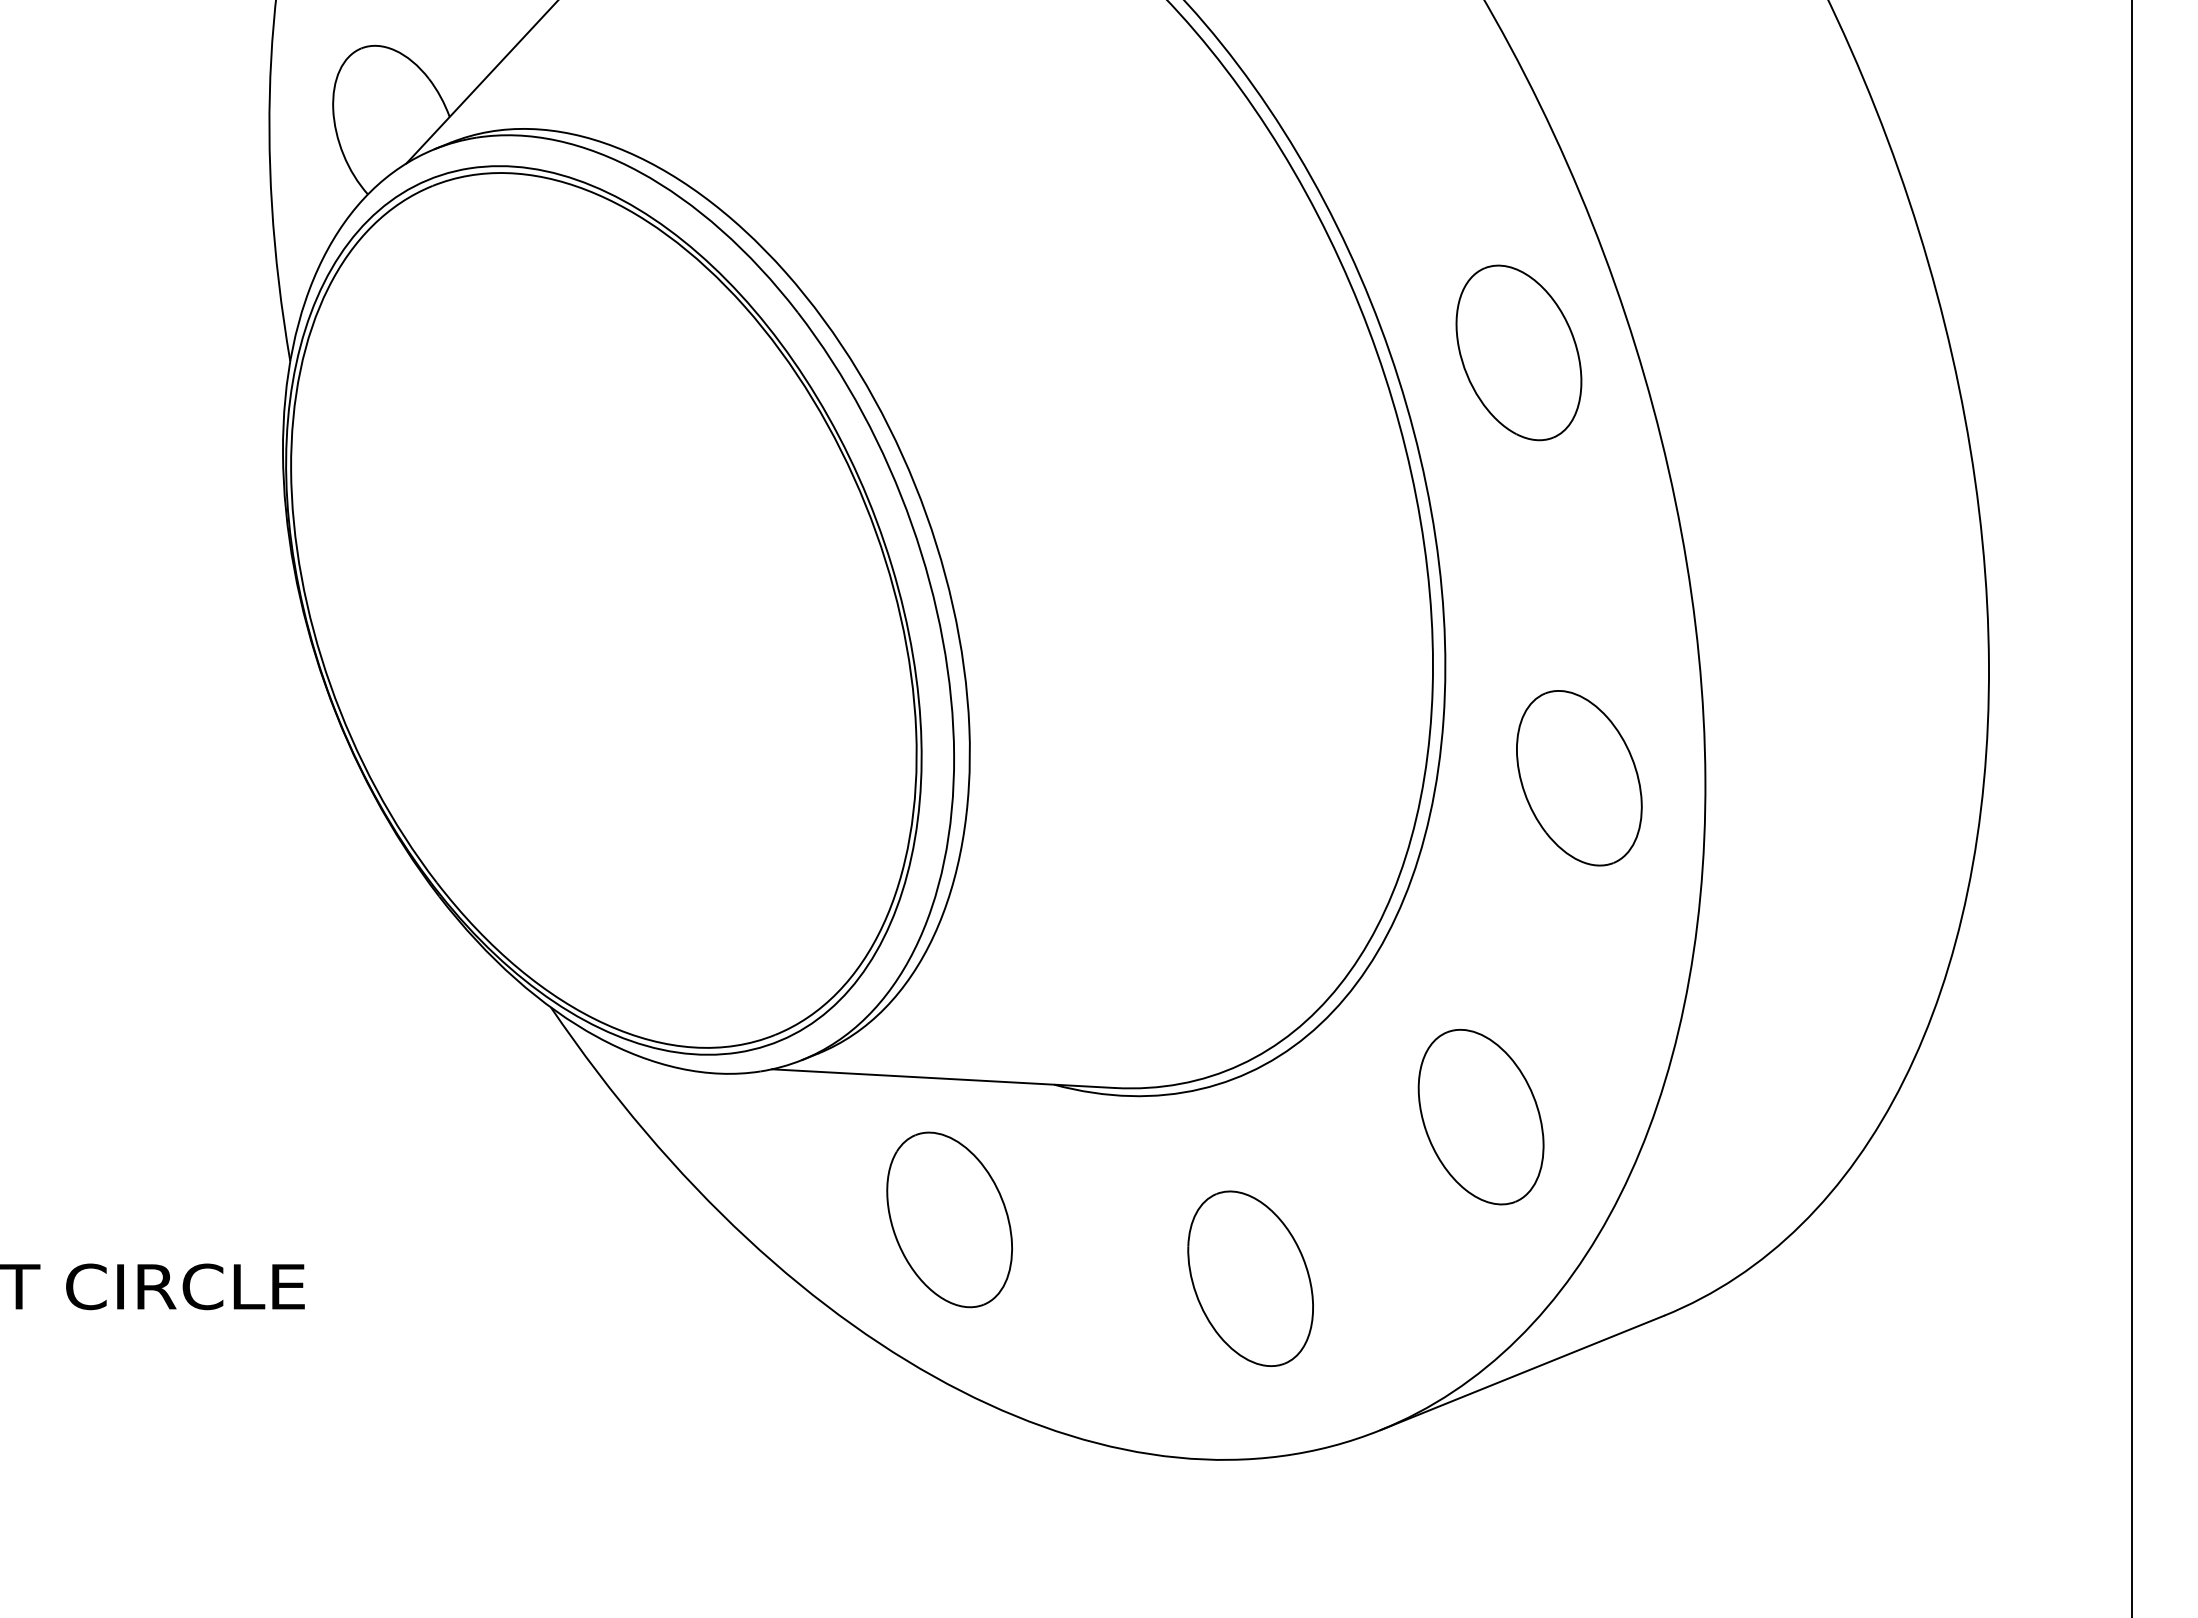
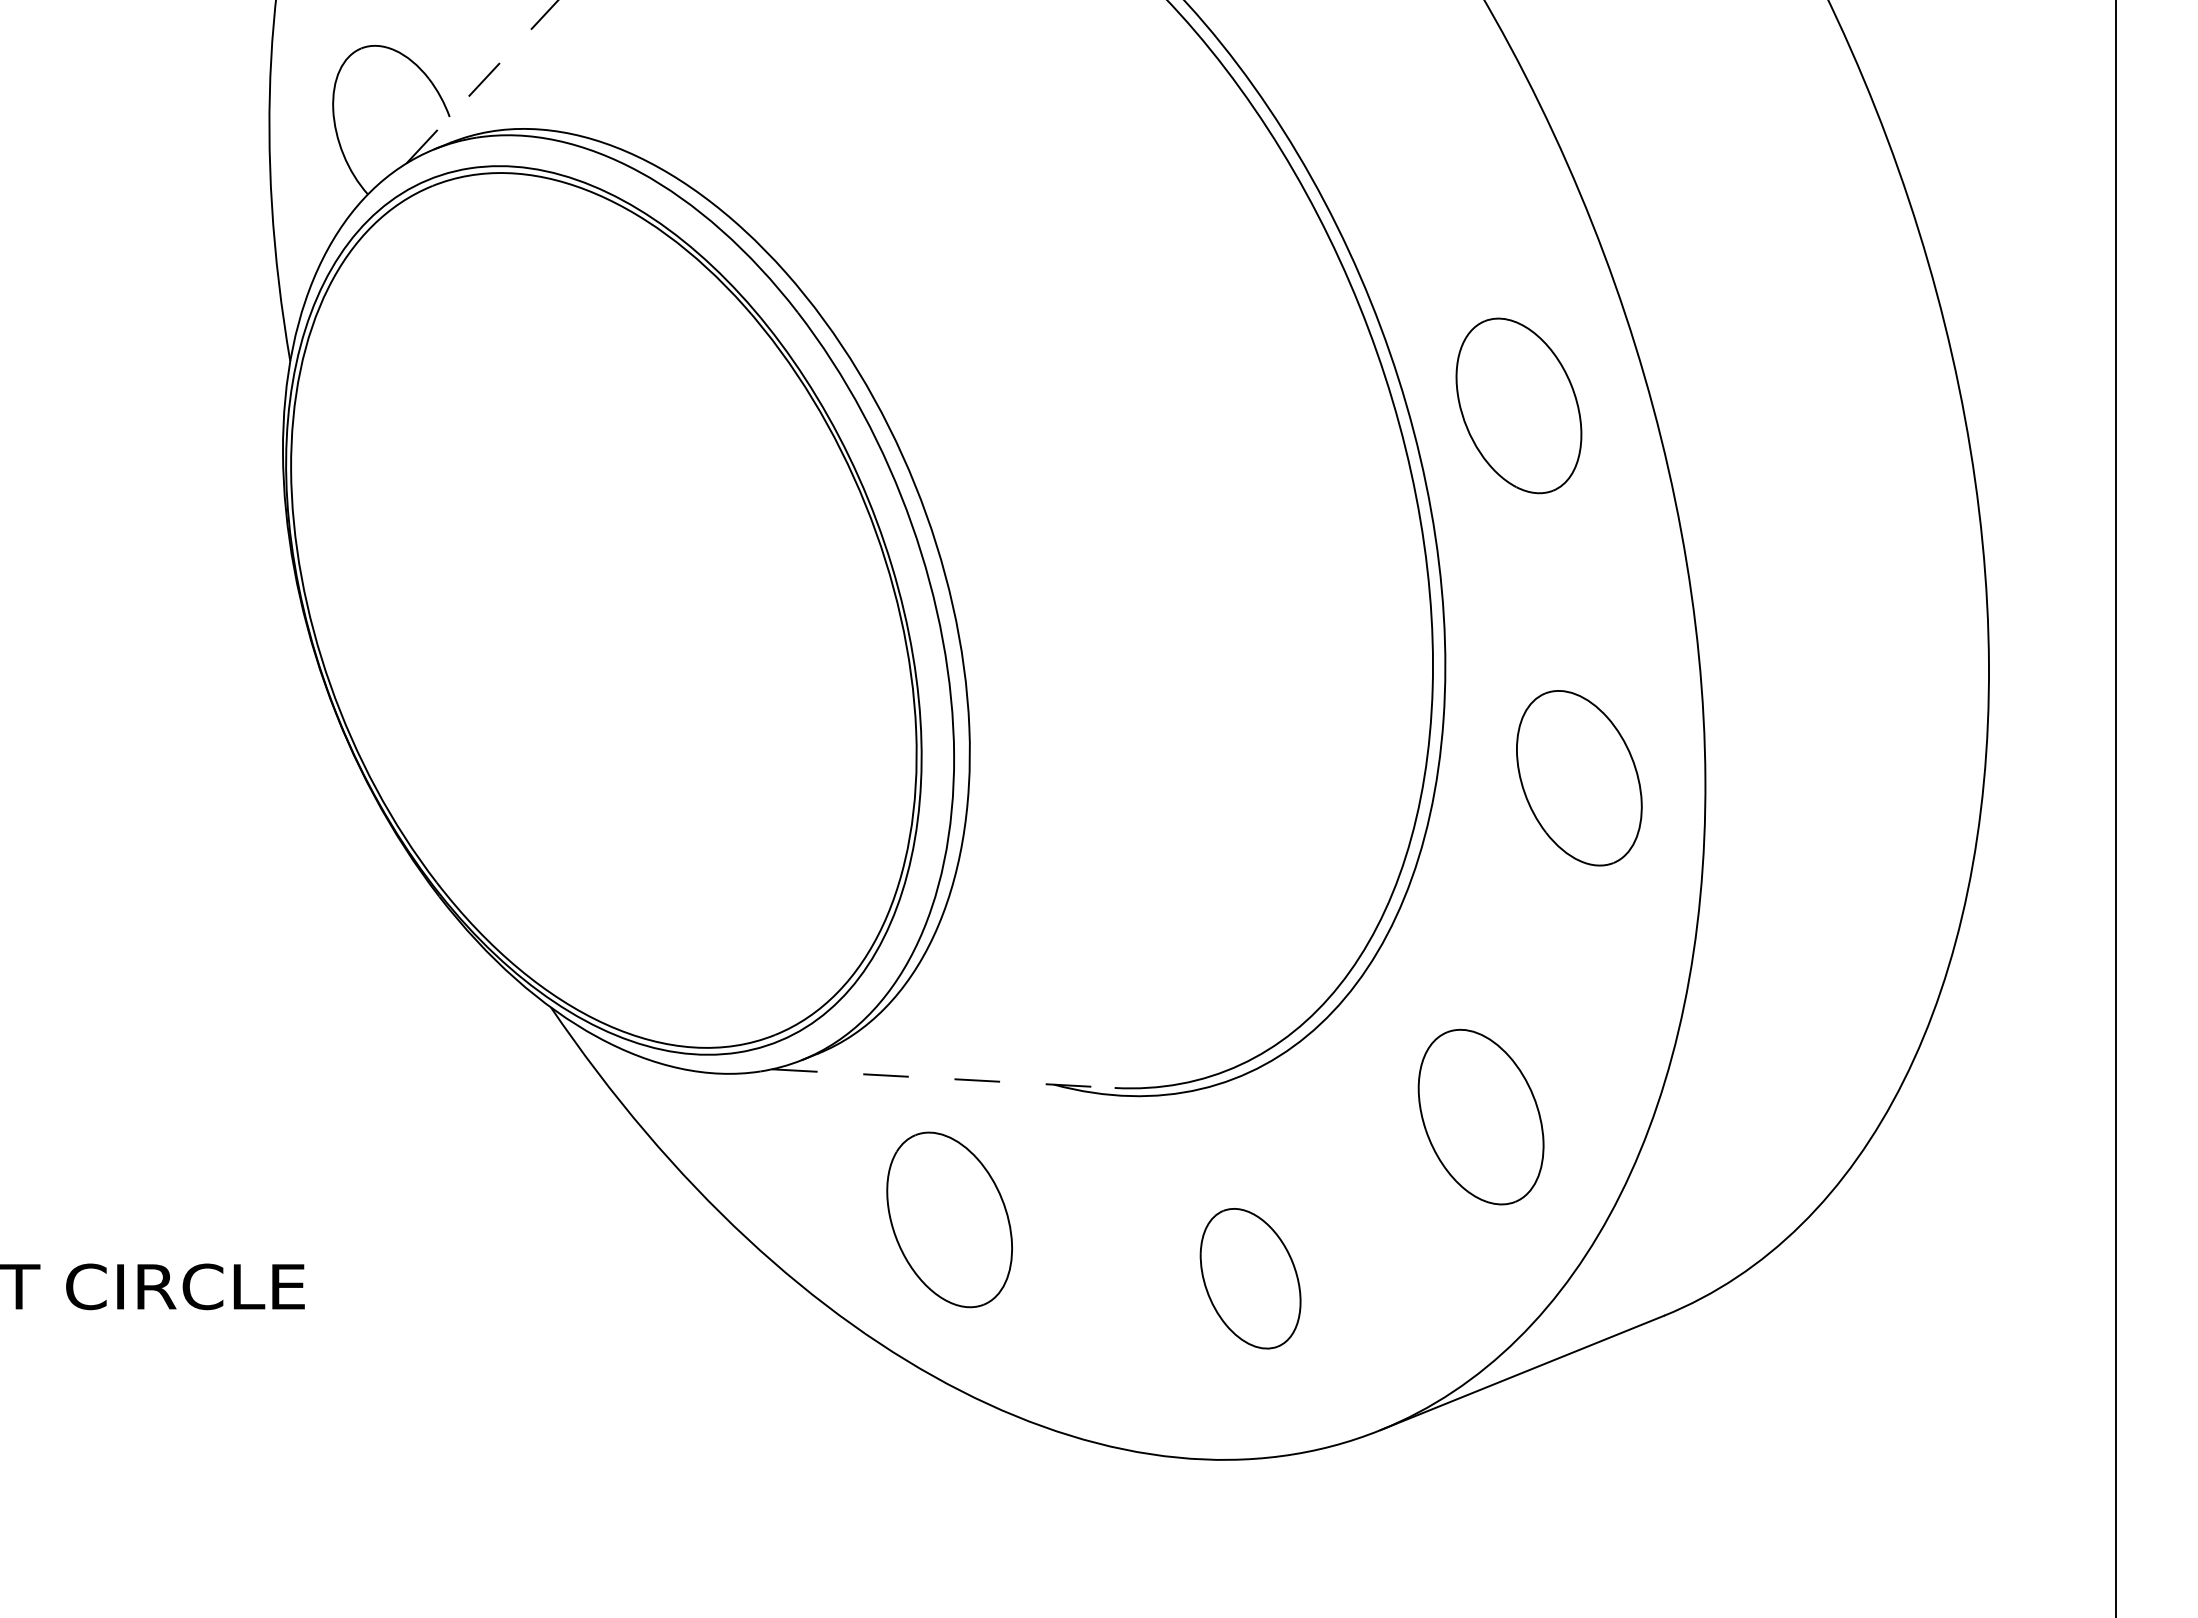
line at (482, 81): solid -> dashed
part at (1518, 352) position: (1518, 352) -> (1518, 405)
line at (2132, 808) position: (2132, 808) -> (2116, 808)
line at (943, 1078): solid -> dashed
part at (1250, 1278) size: 127x177 px -> 103x142 px
